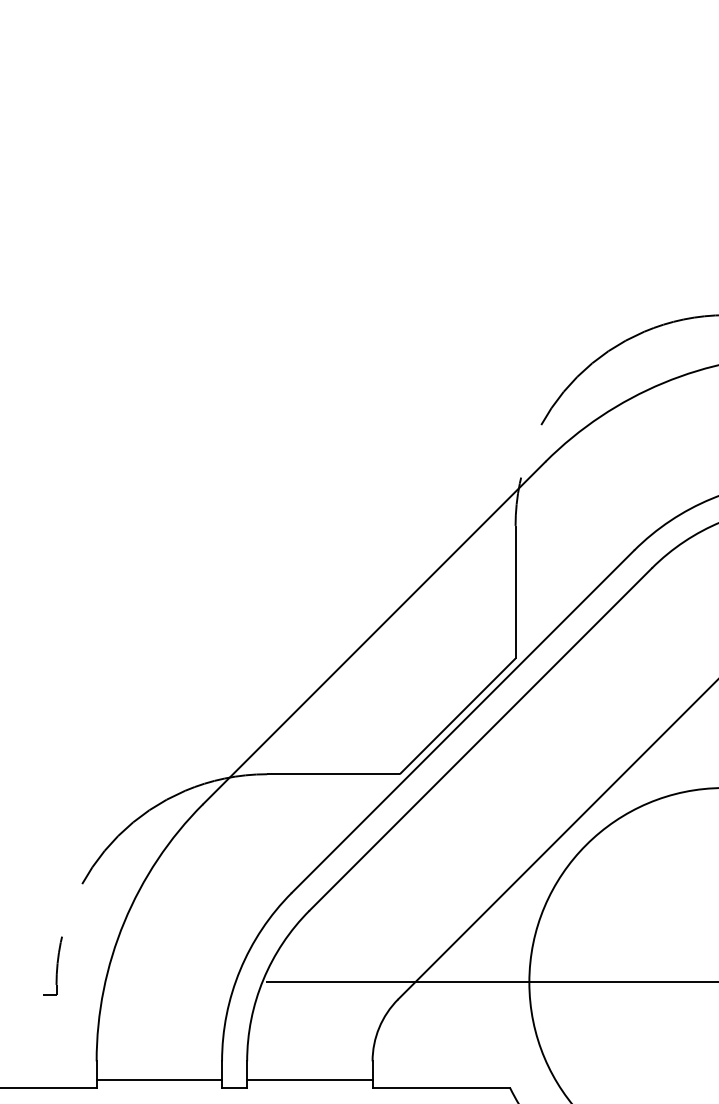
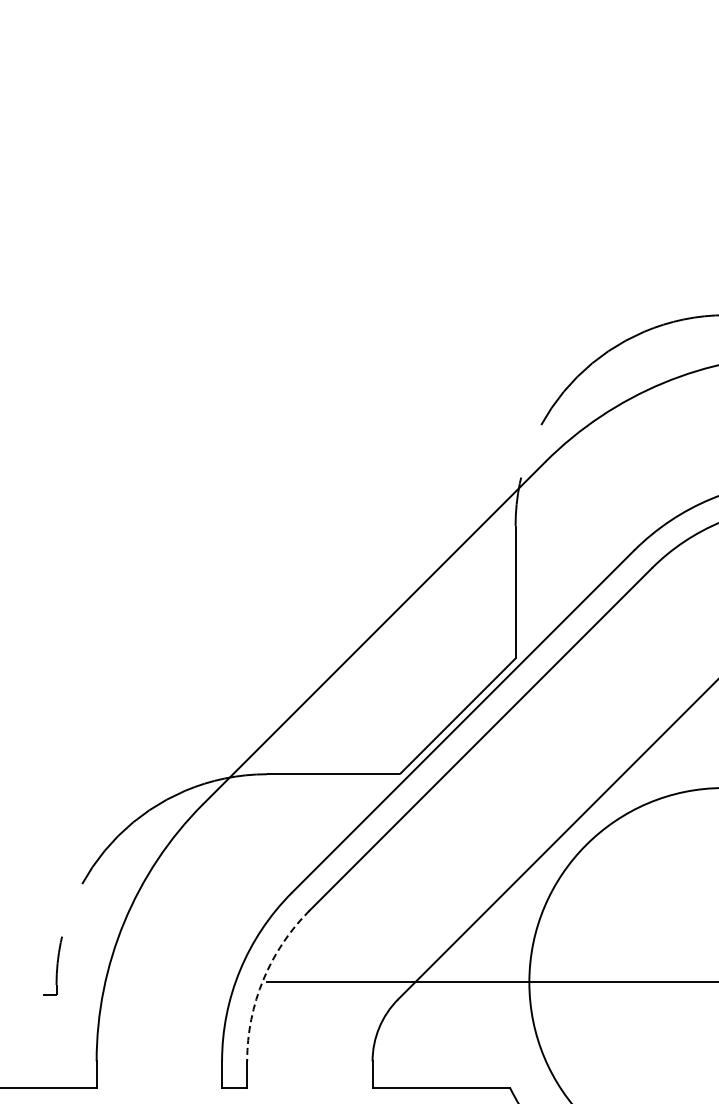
arc at (263, 979): solid -> dashed
line at (159, 1080): present -> none
line at (309, 1080): present -> none
